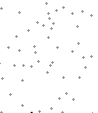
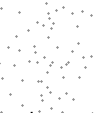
part at (30, 63) position: (30, 63) -> (36, 59)
part at (64, 64): none -> present
part at (44, 90): none -> present
